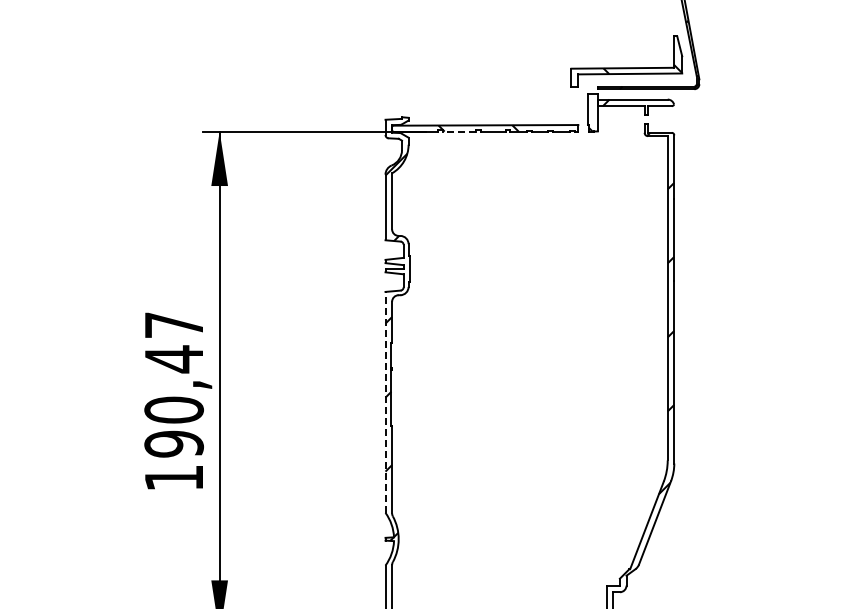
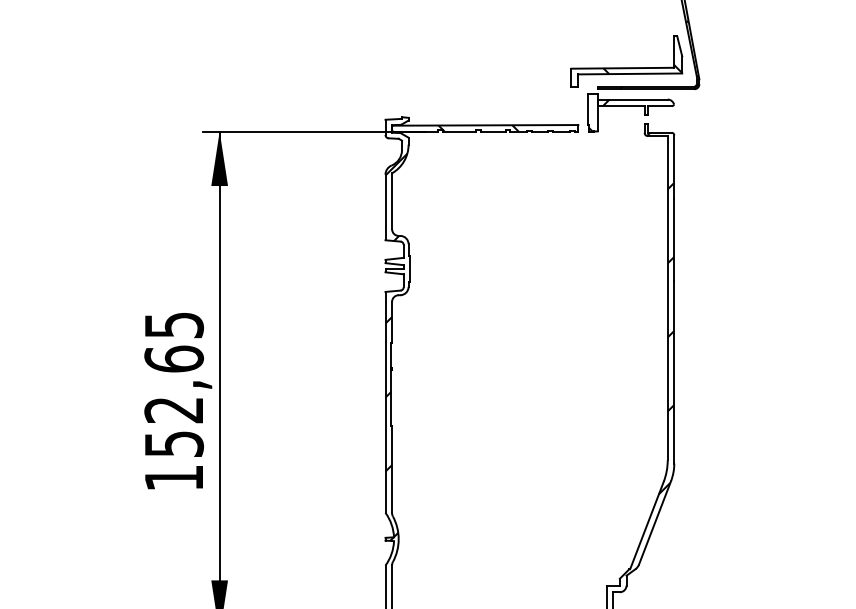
line at (458, 131): dashed -> solid
text at (174, 384): 190,47 -> 152,65
line at (385, 401): dashed -> solid
